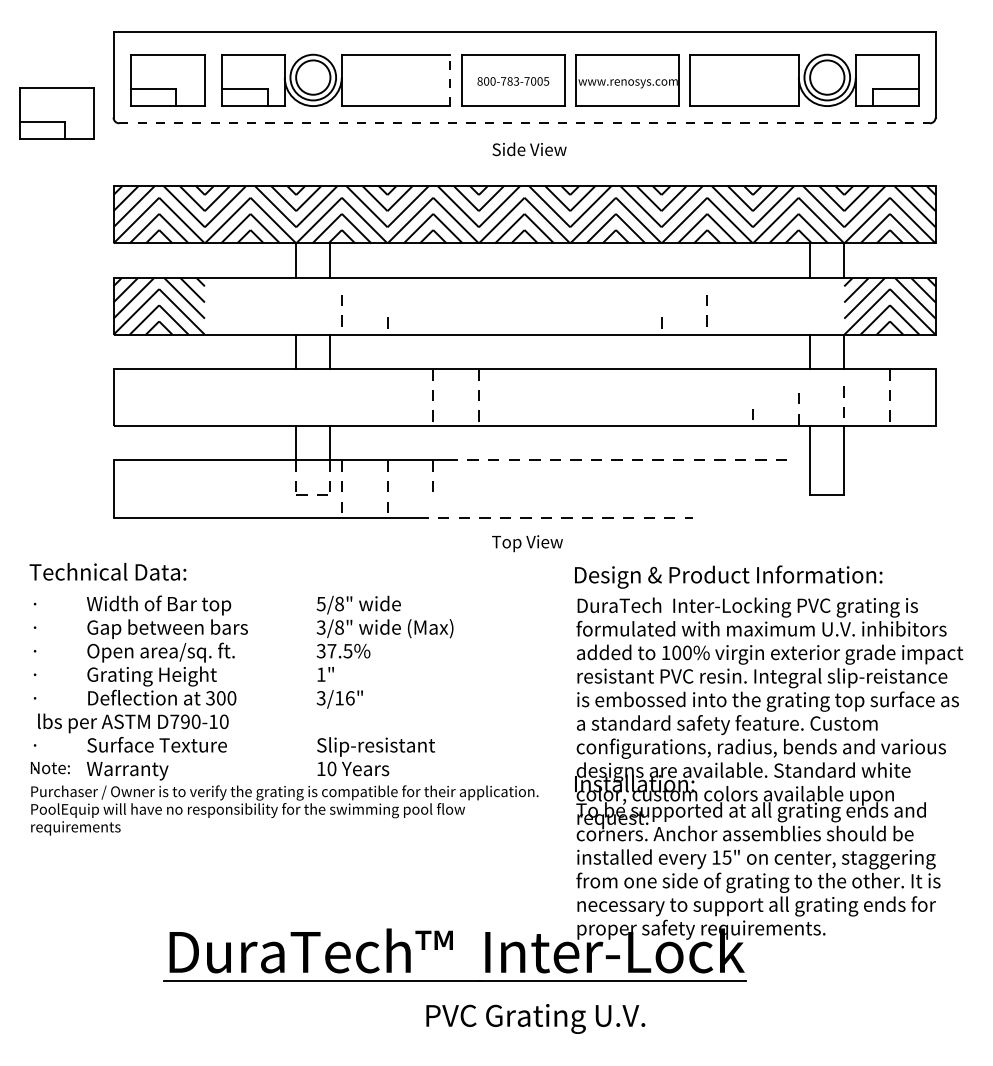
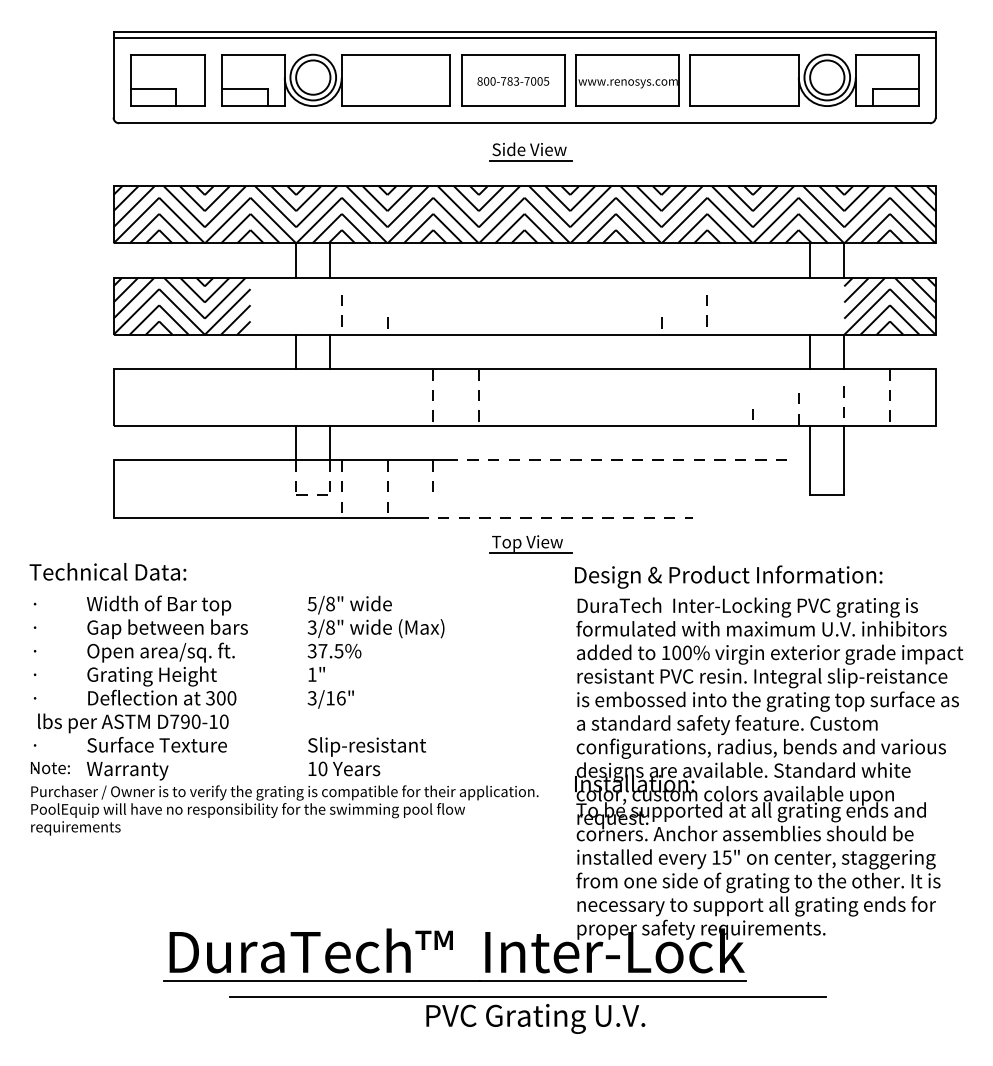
line at (524, 37): none -> present
line at (450, 80): dashed -> solid
part at (56, 113): present -> none
line at (525, 123): dashed -> solid
line at (530, 161): none -> present
hatch at (227, 305): none -> present
line at (530, 553): none -> present
text at (384, 685) position: (384, 685) -> (375, 685)
line at (528, 996): none -> present
